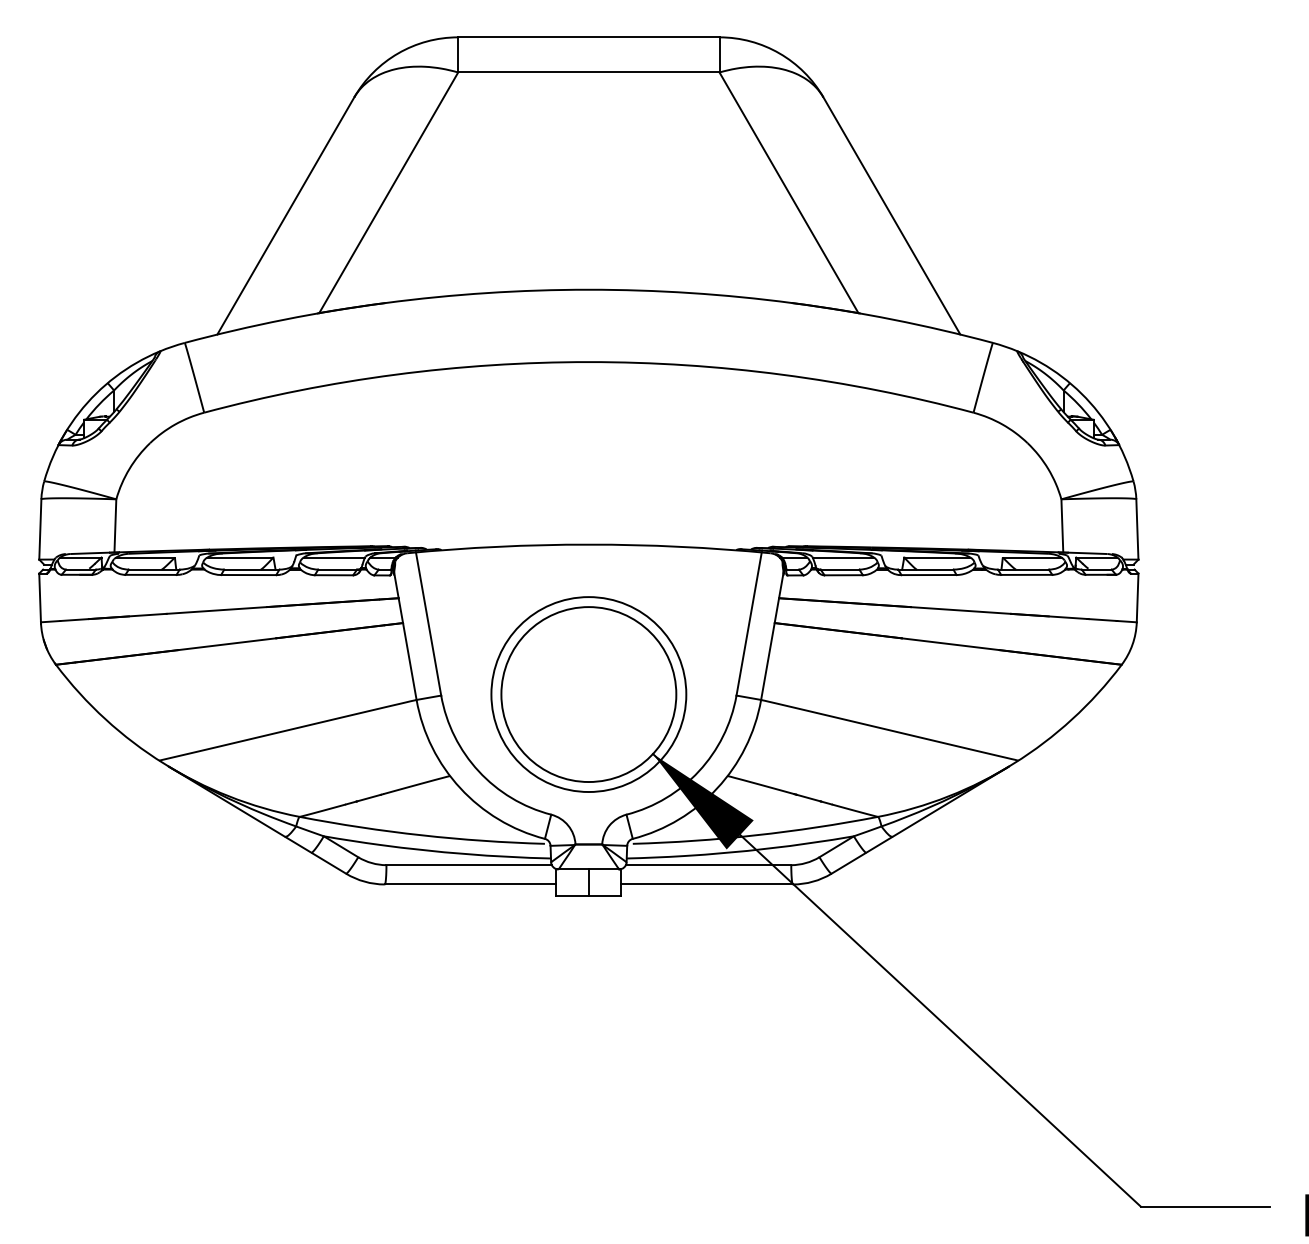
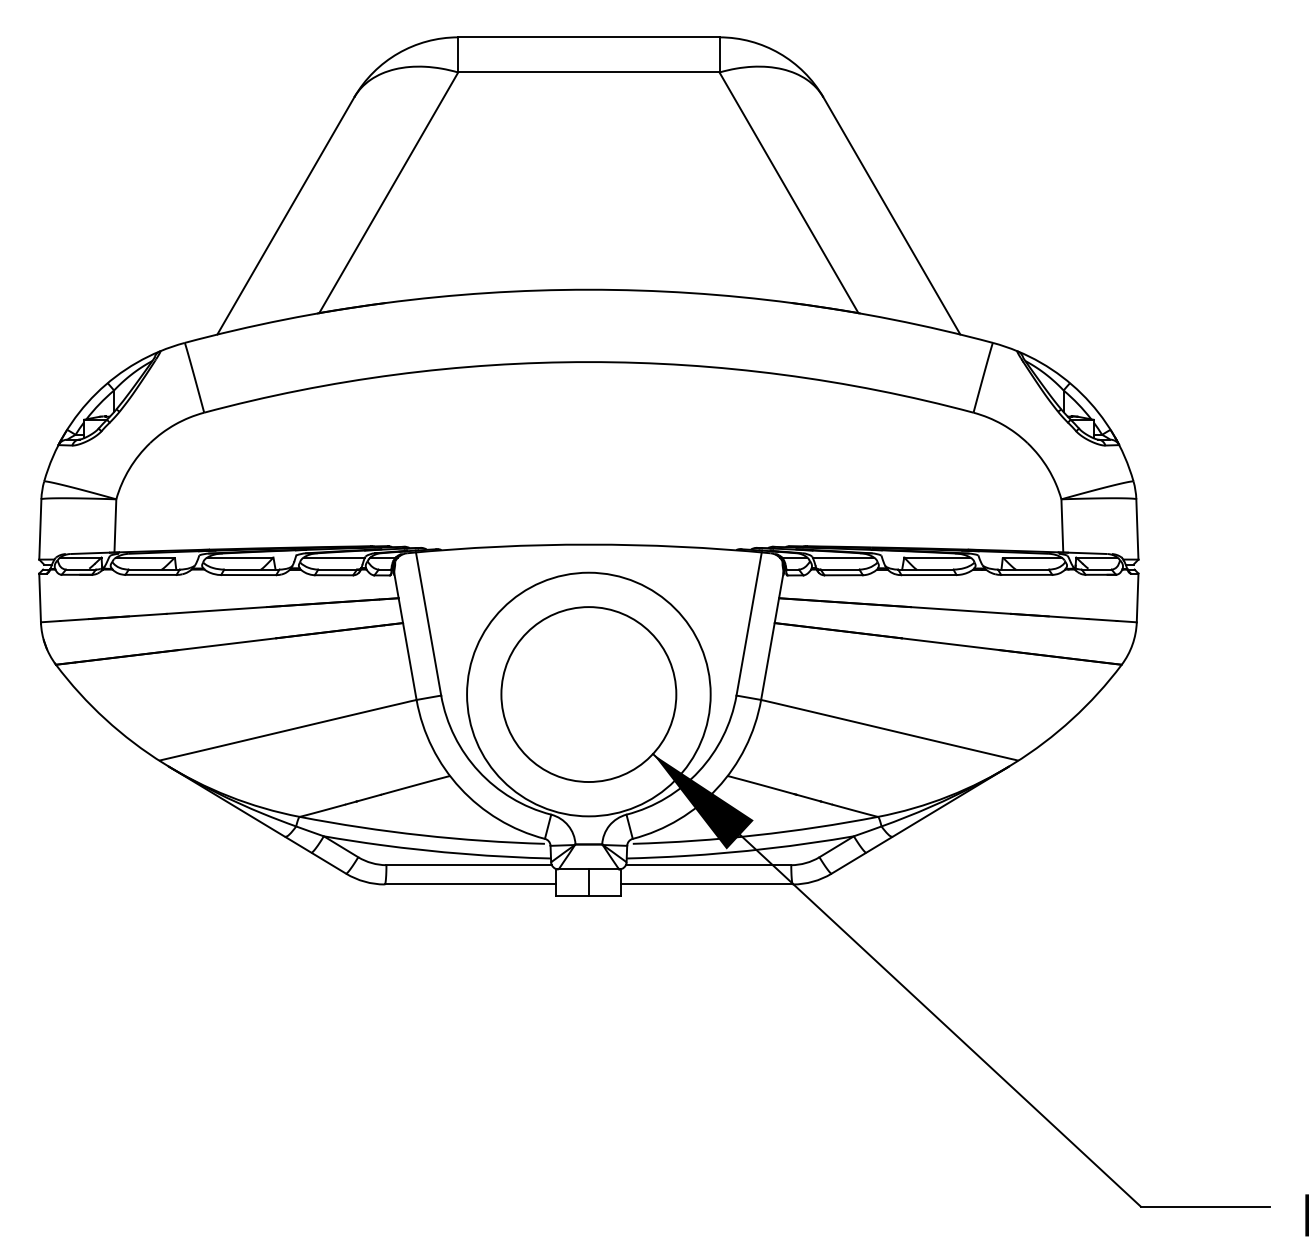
circle at (588, 694) diameter: 195 px -> 244 px
